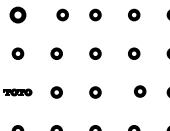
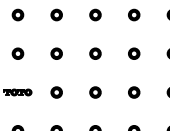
part at (17, 14) size: 18x18 px -> 14x14 px
part at (62, 14) position: (62, 14) -> (56, 14)
part at (140, 91) position: (140, 91) -> (134, 92)
